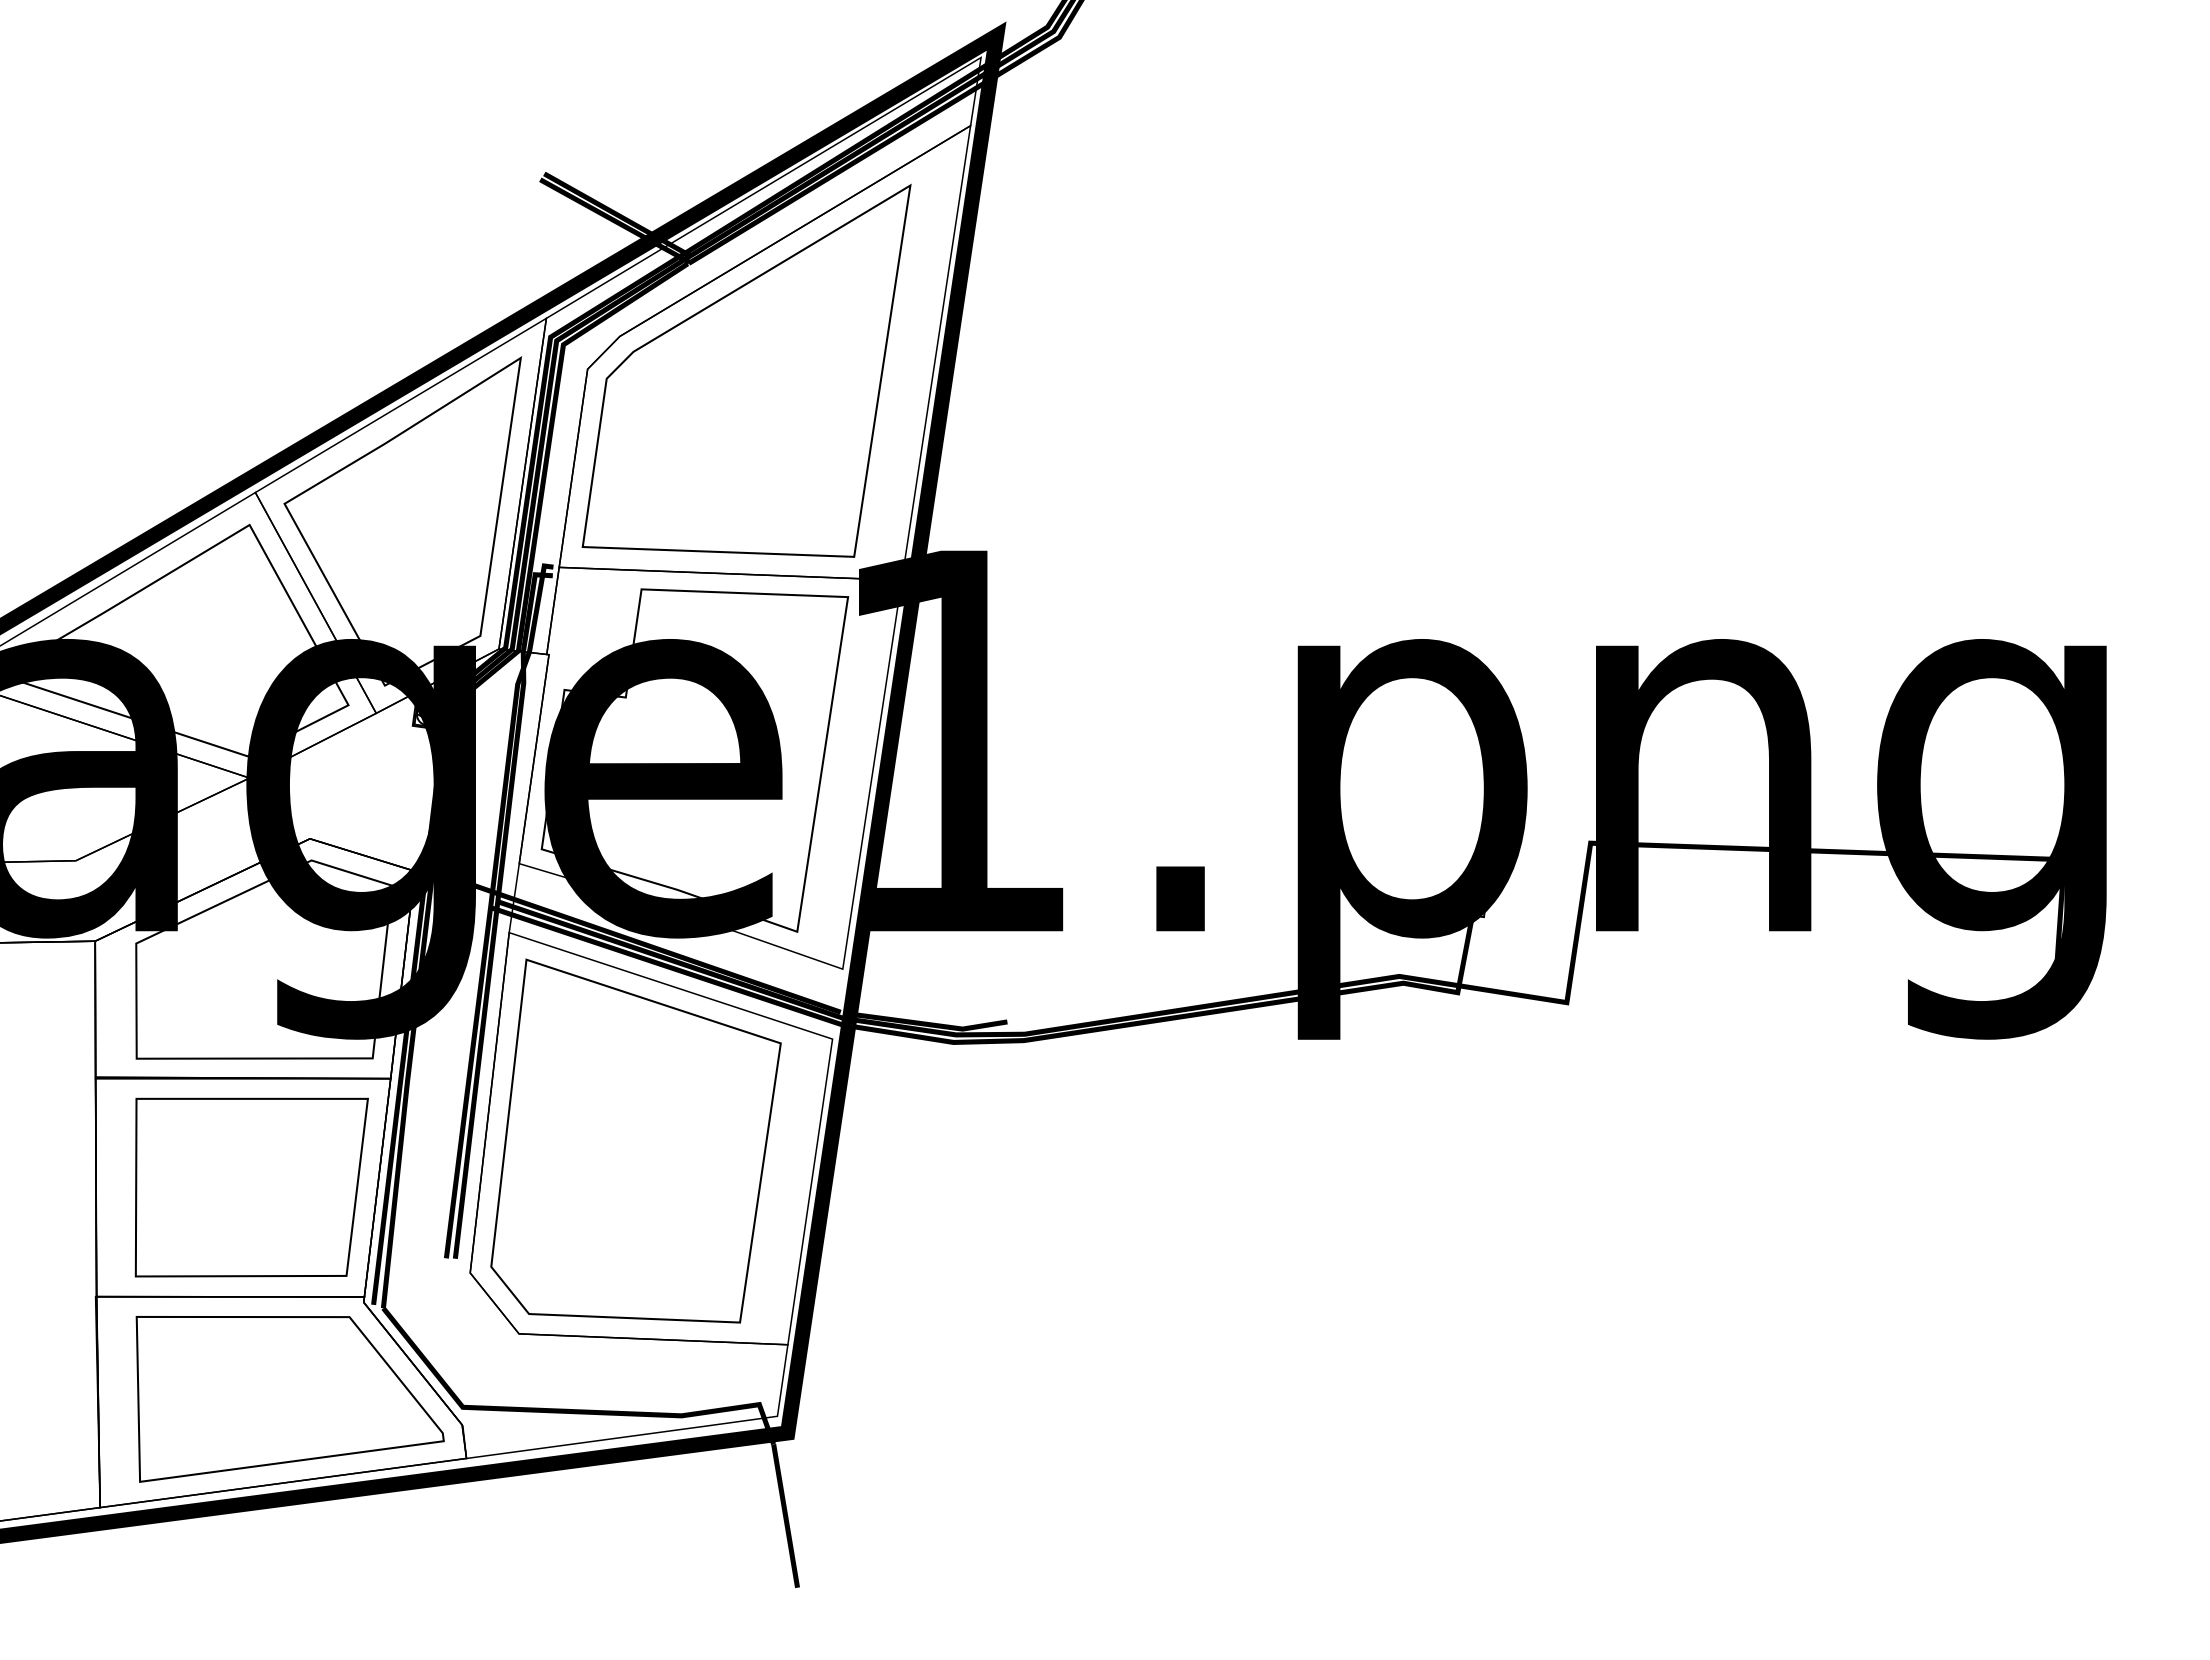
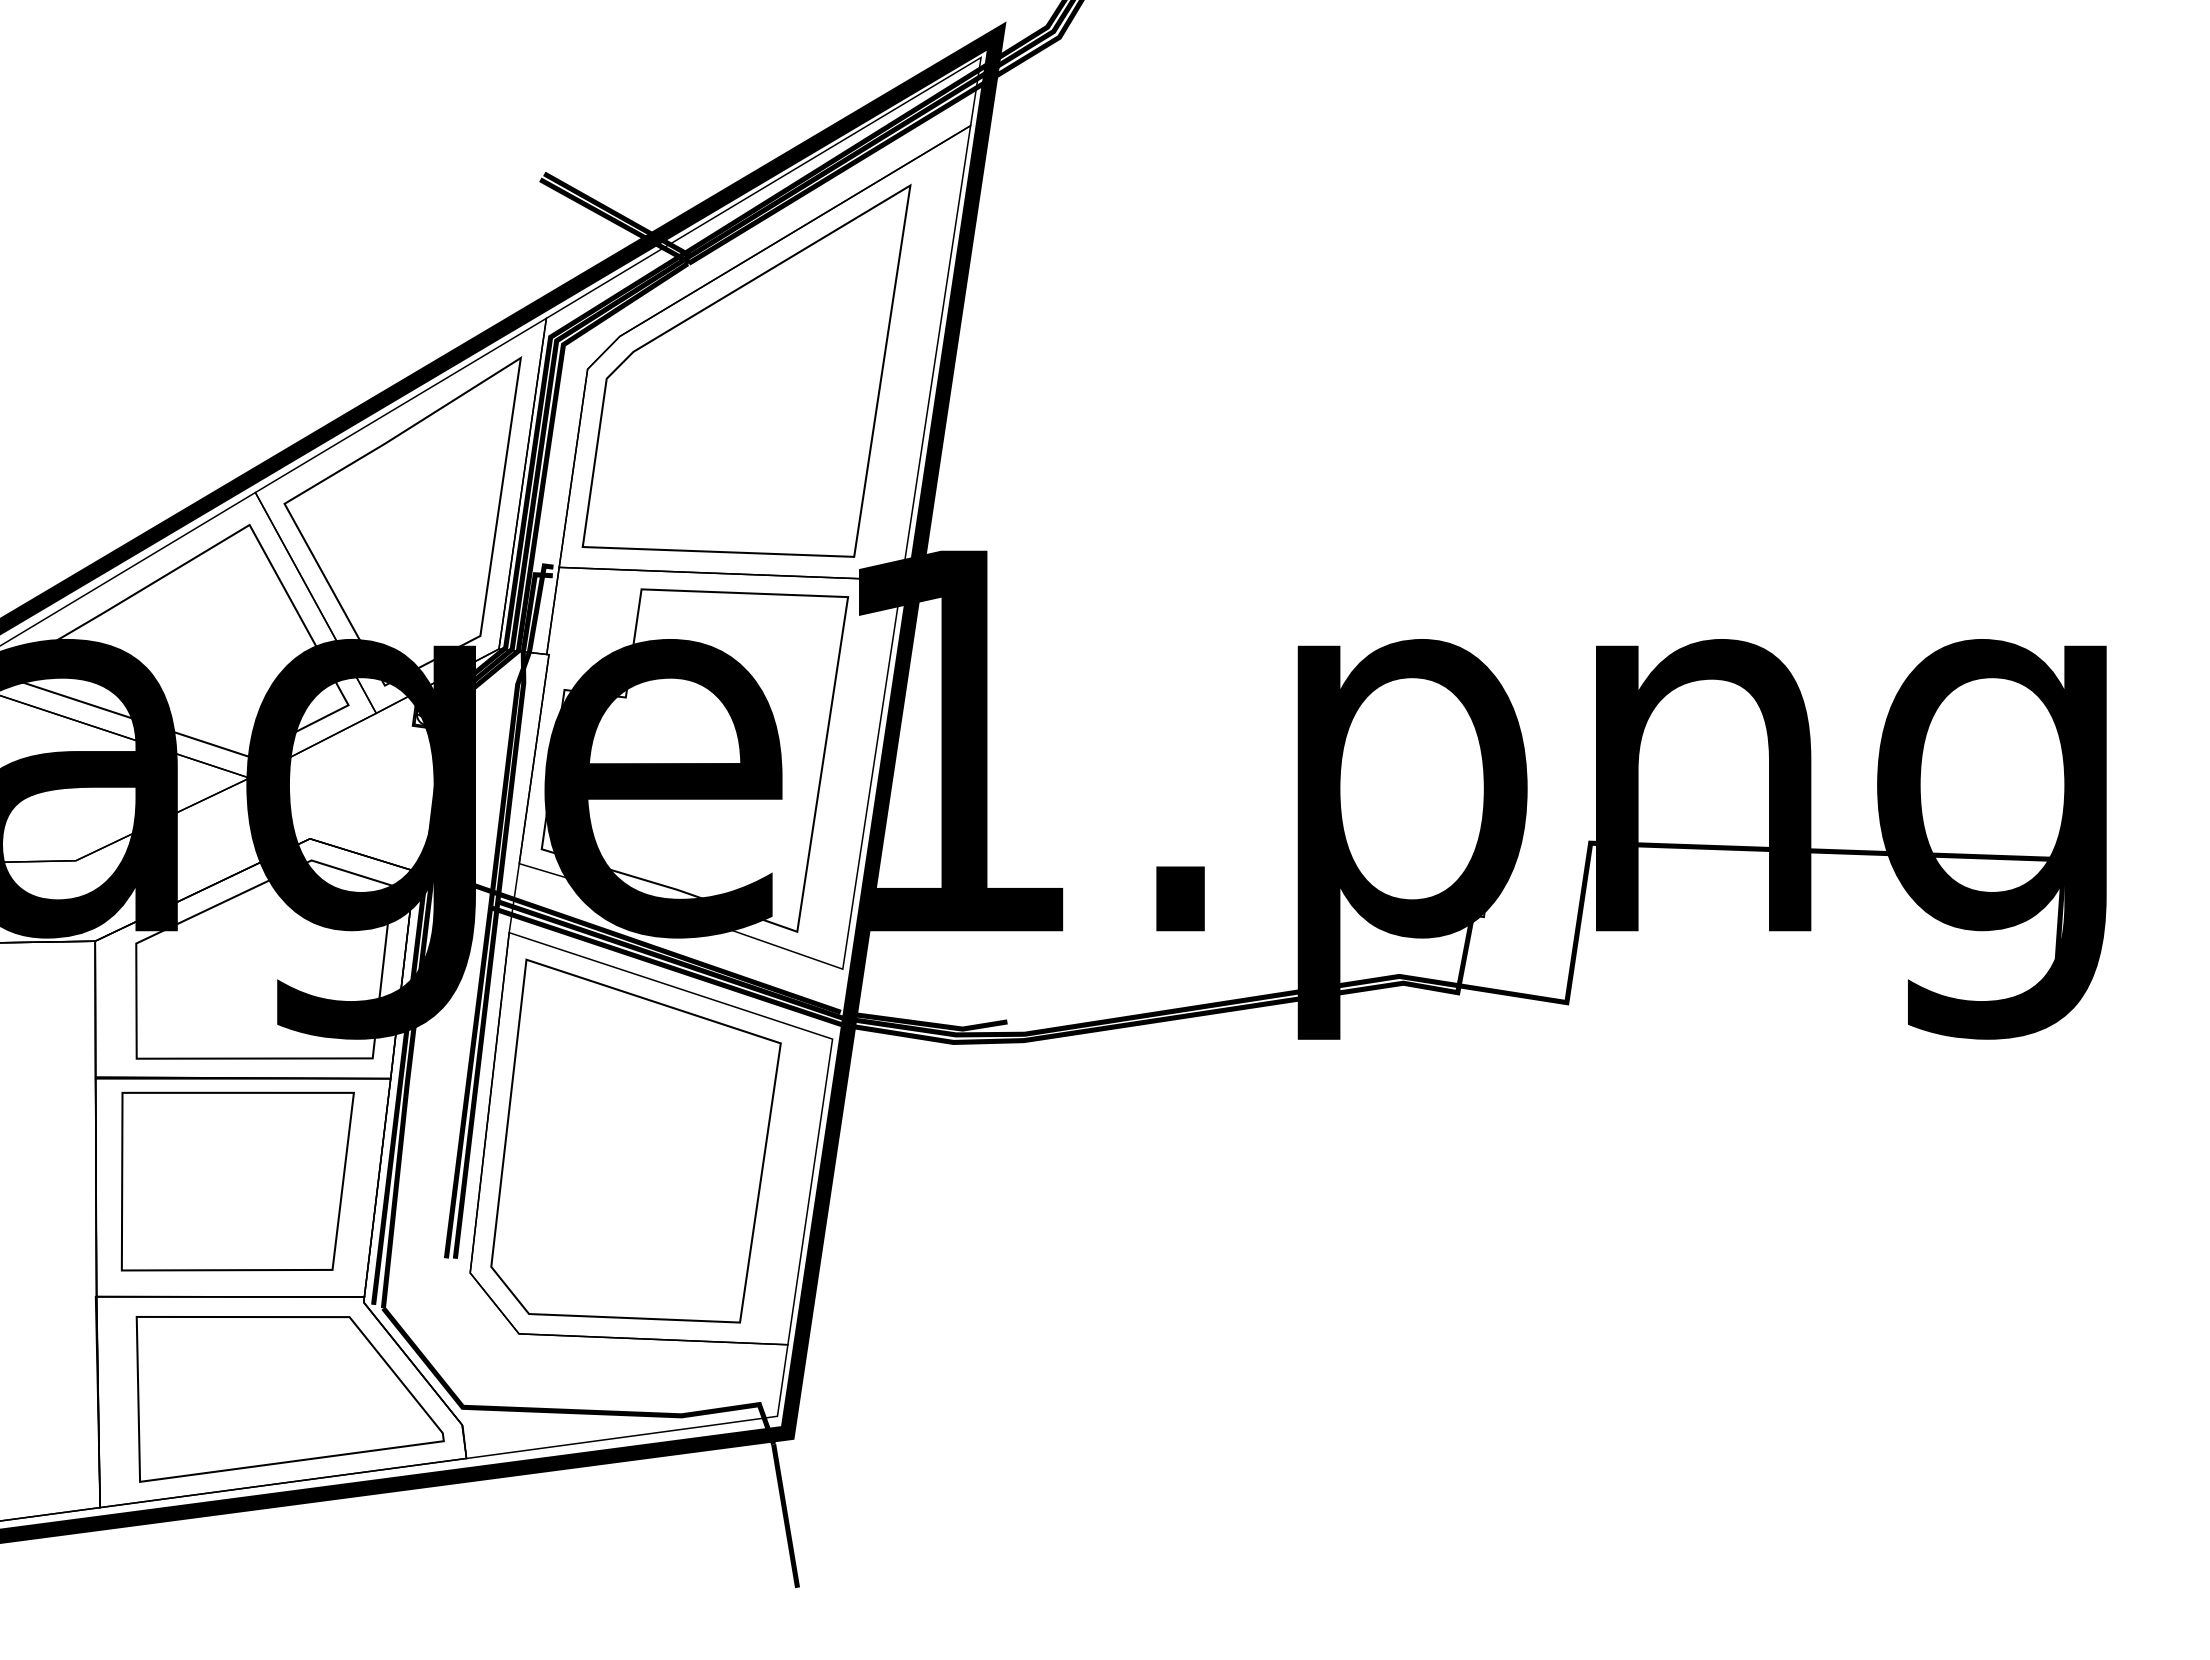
part at (251, 1187) position: (251, 1187) -> (237, 1181)
